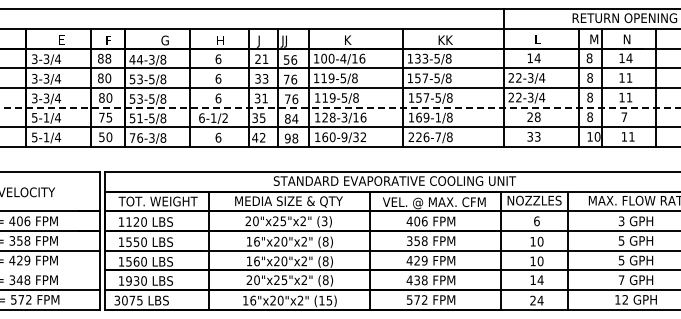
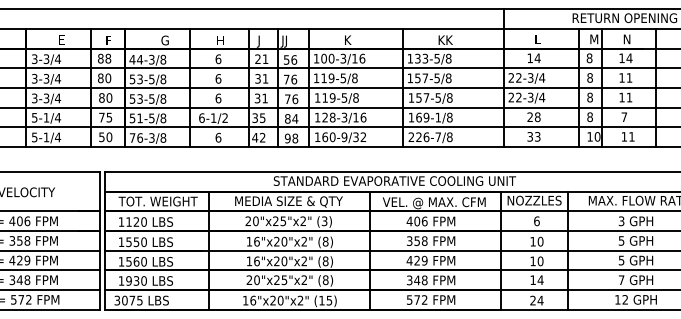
text at (343, 58): 100-4/16 -> 100-3/16
text at (265, 78): 33 -> 31
line at (341, 107): dashed -> solid
line at (51, 270): none -> present
text at (413, 280): 438 -> 348
